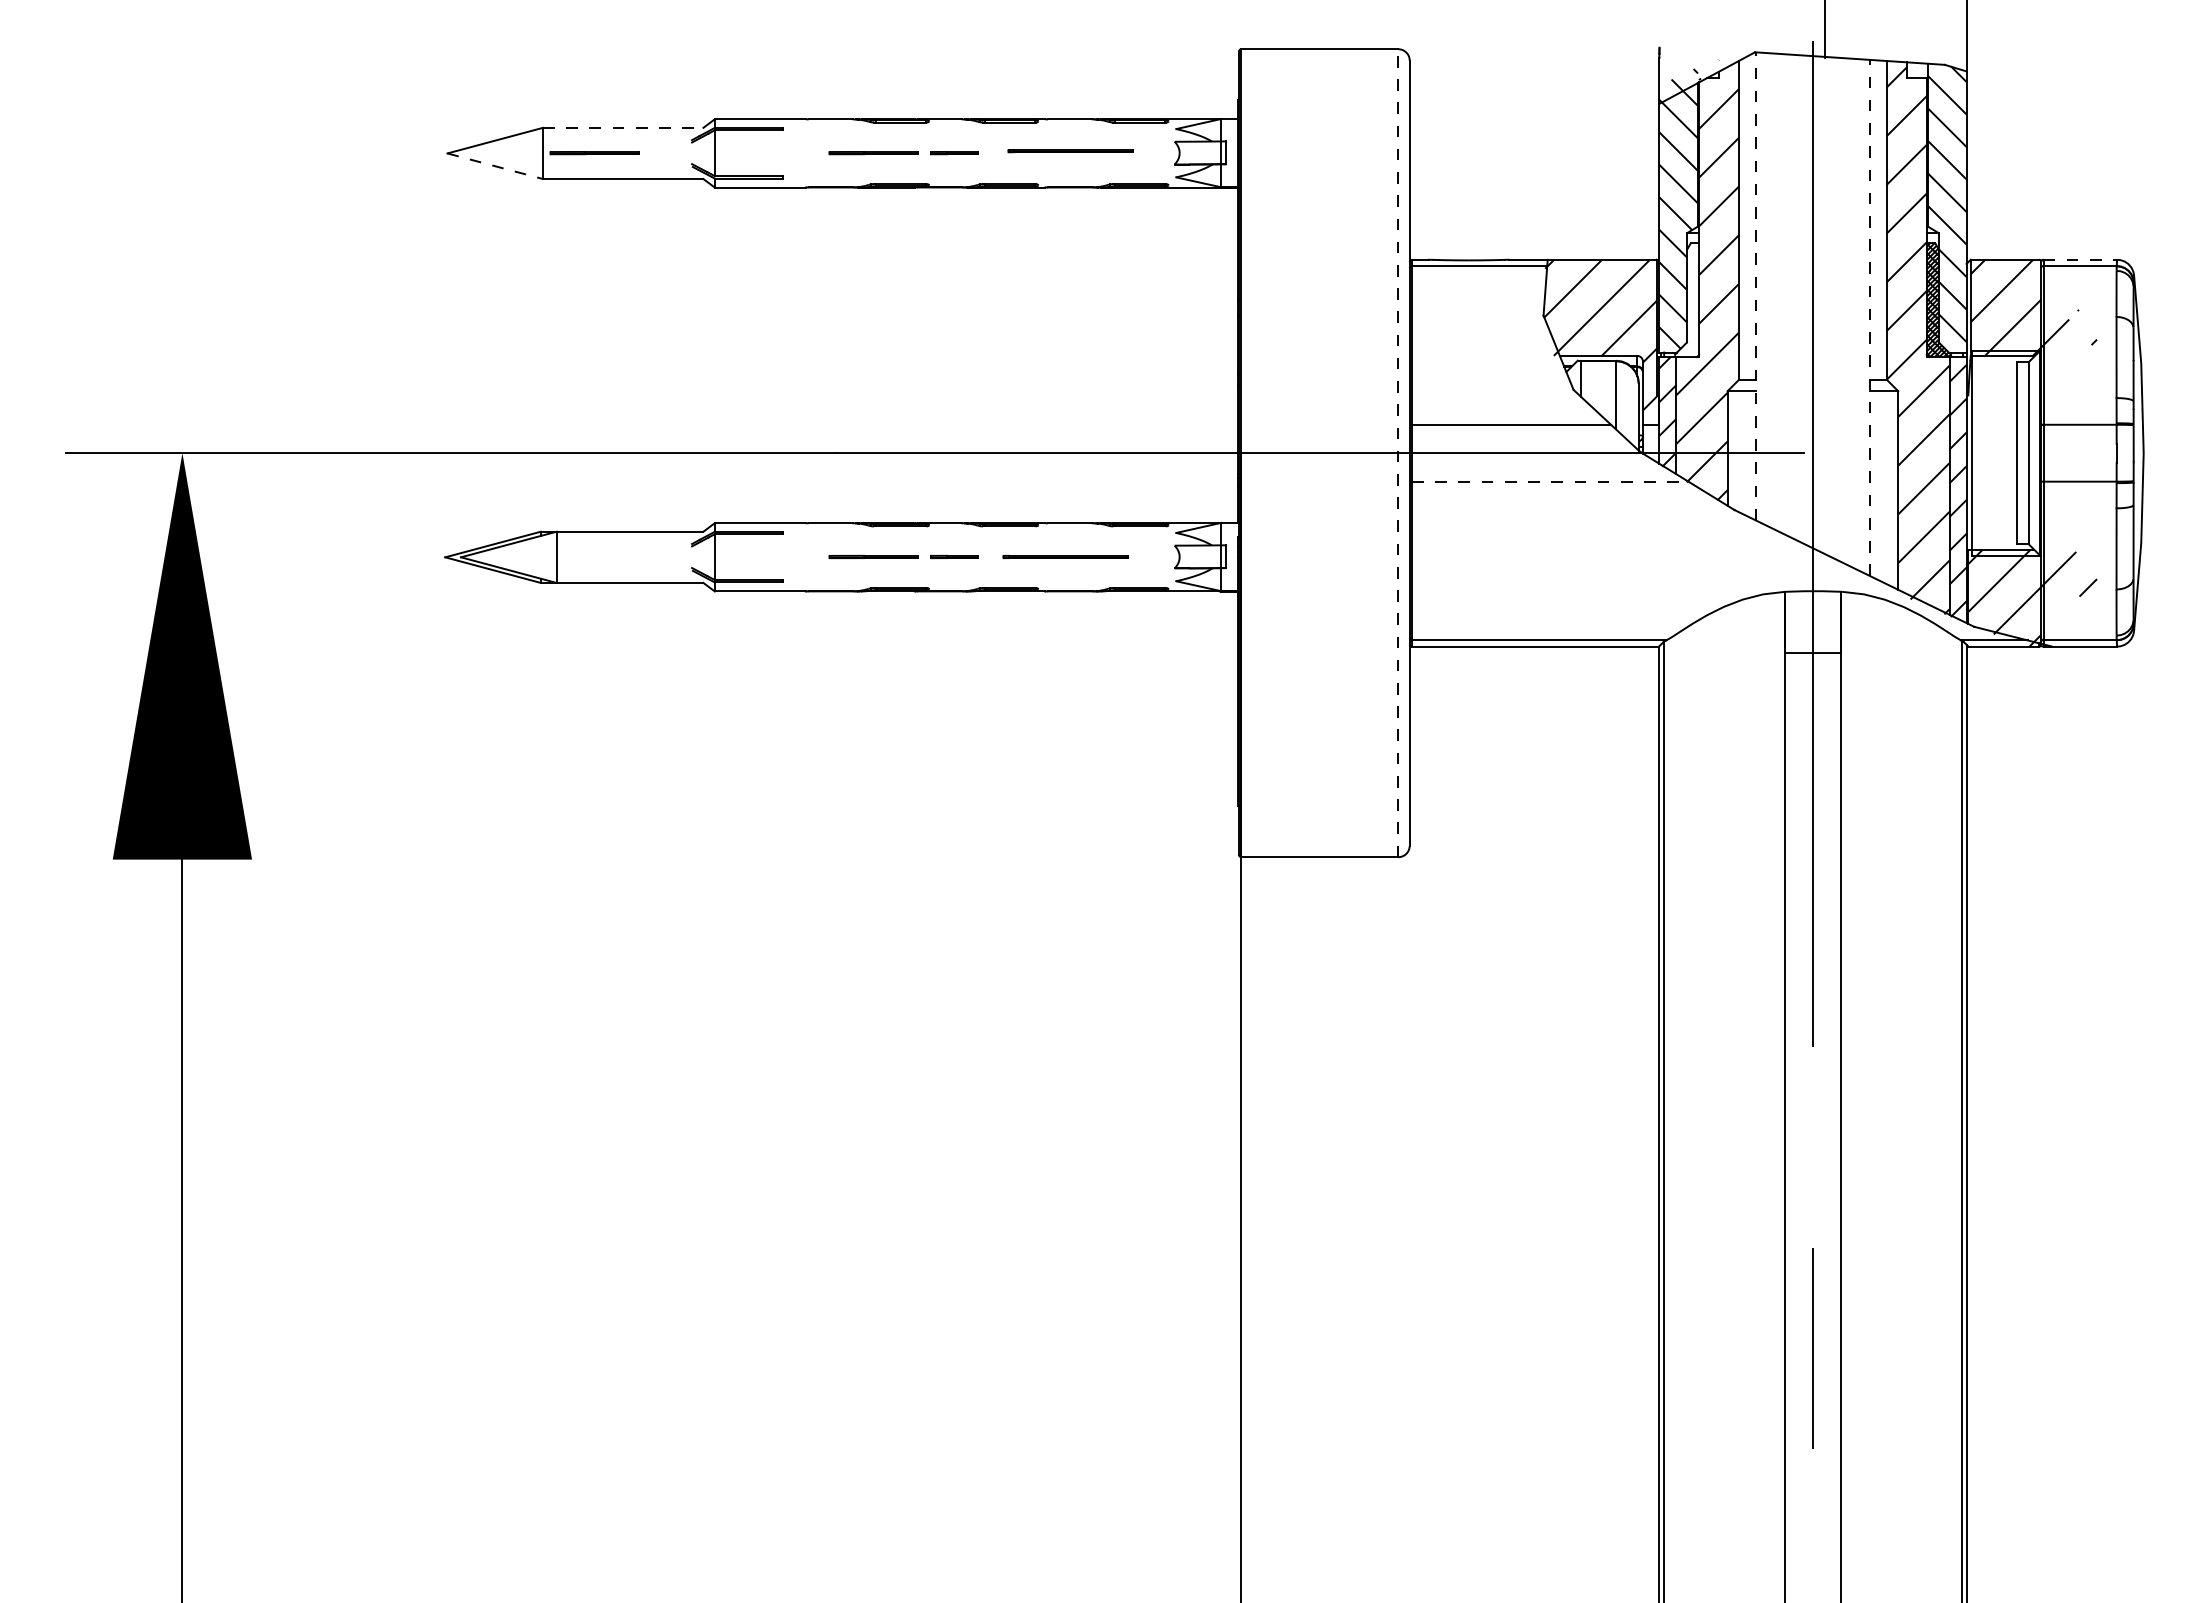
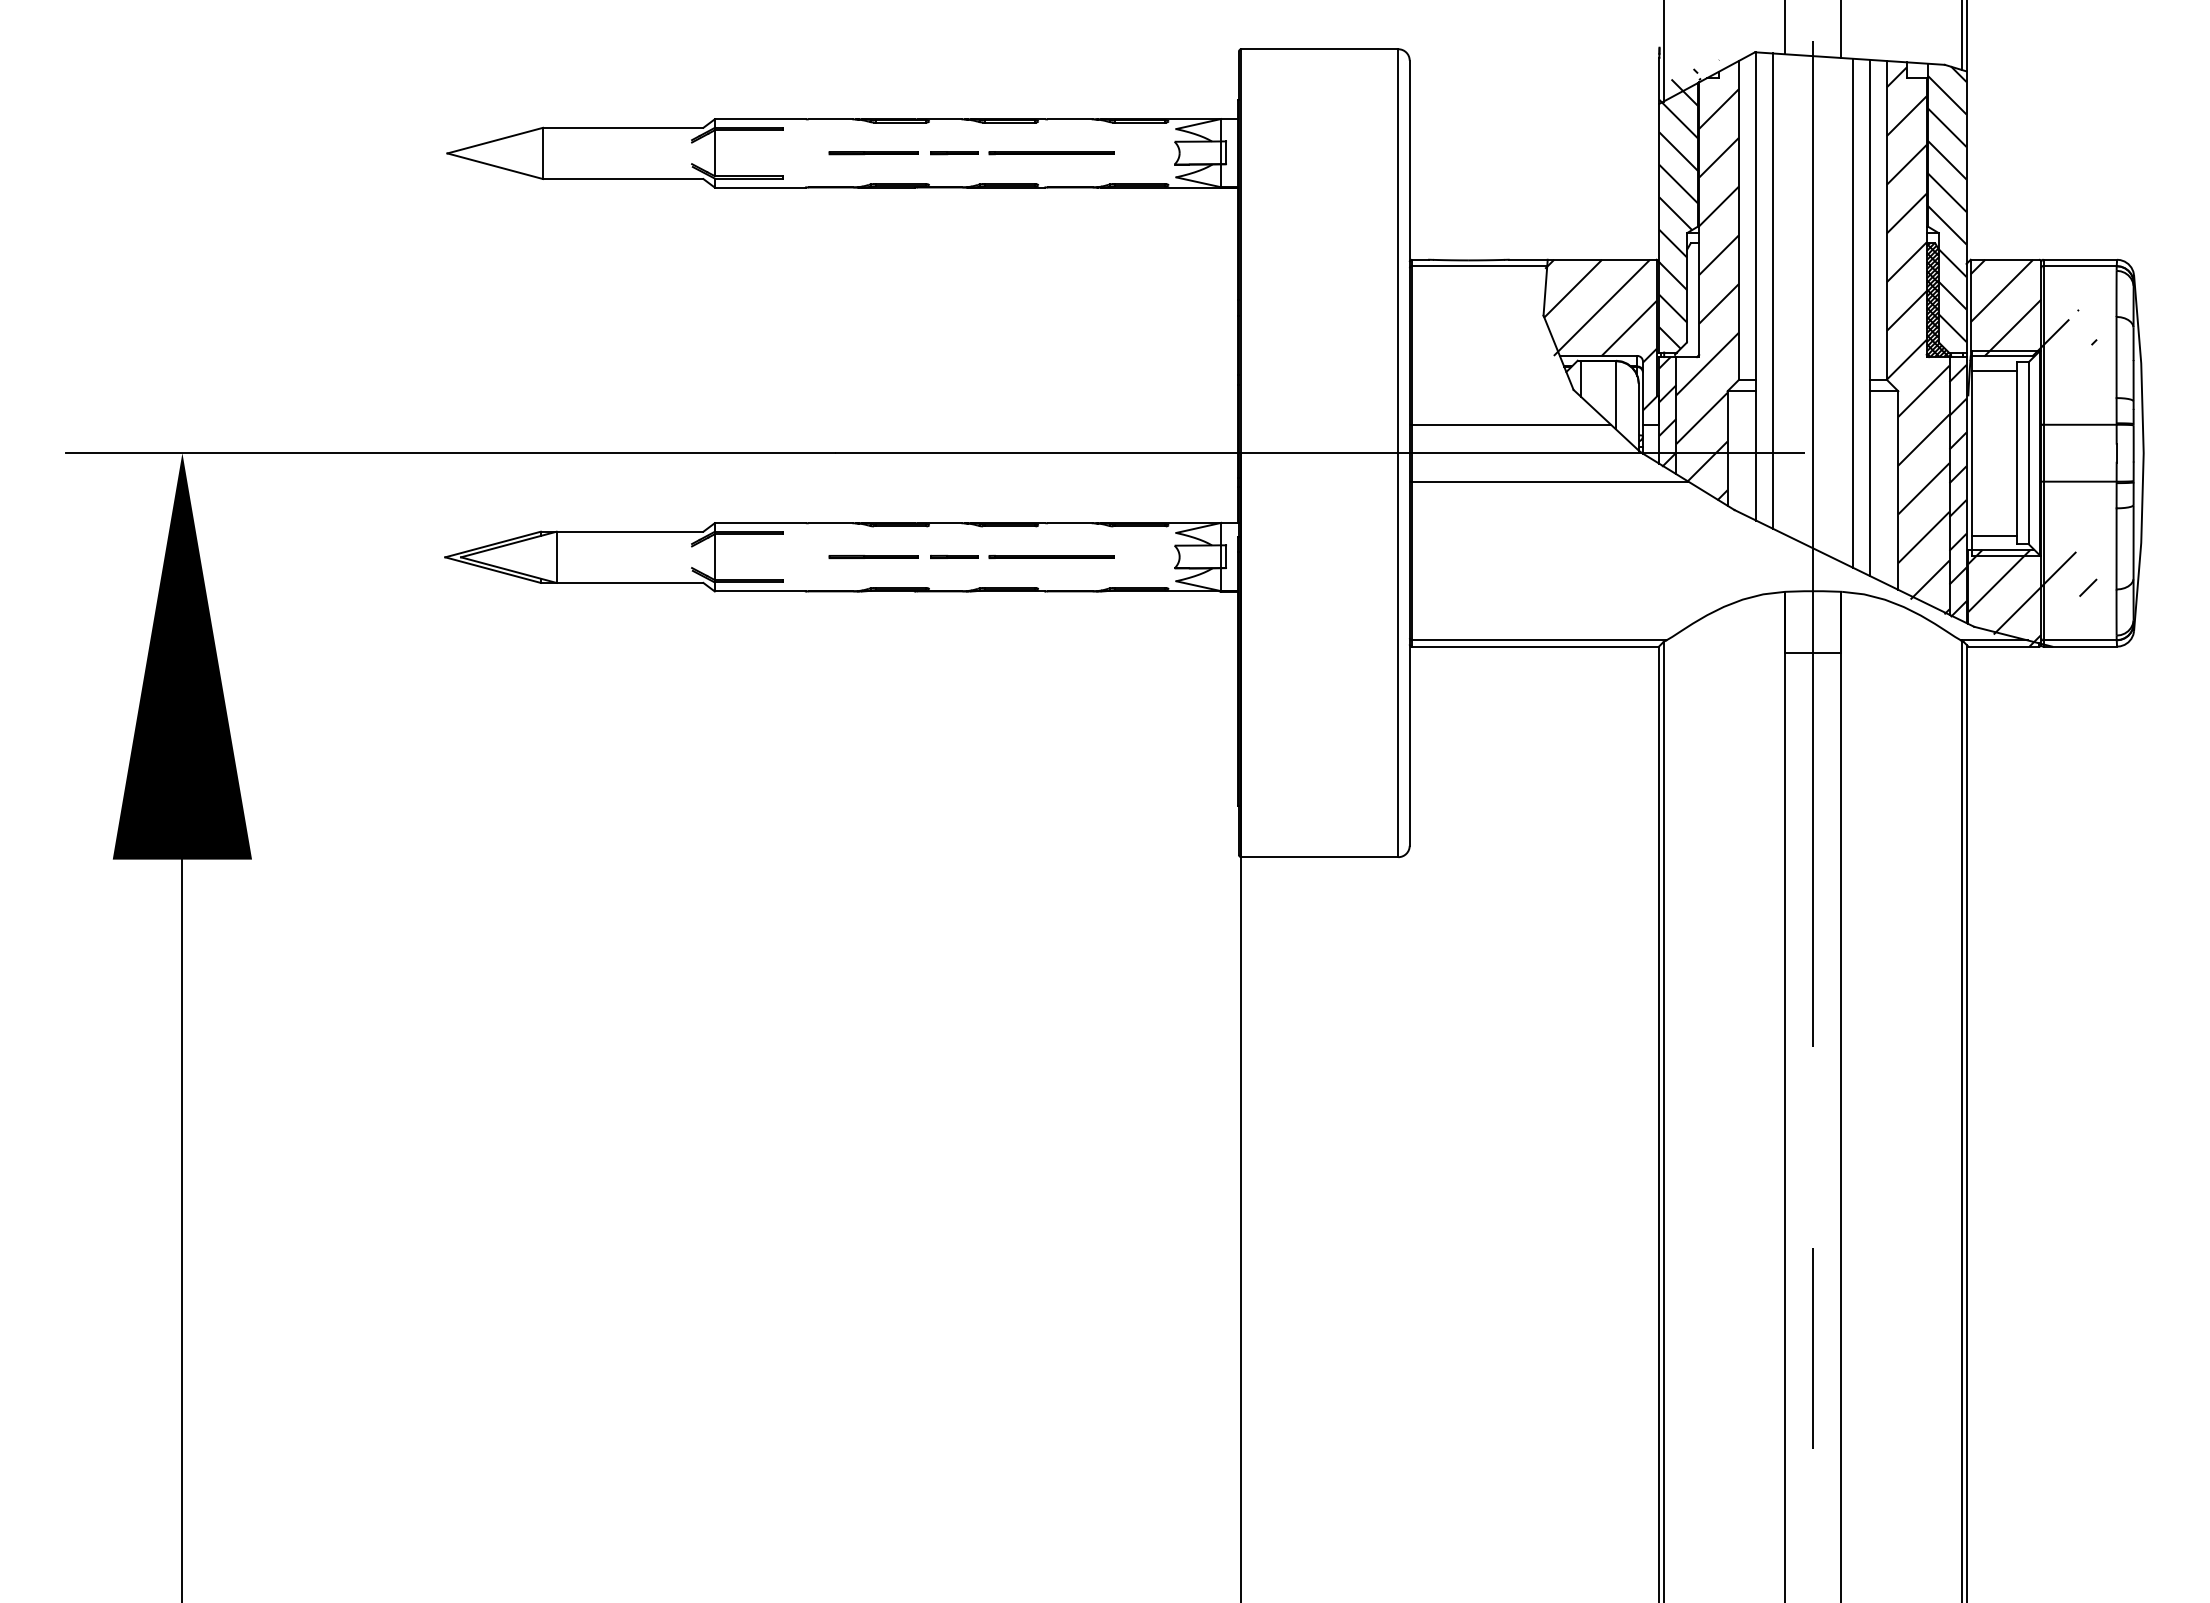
line at (1784, 28): none -> present
line at (1825, 30) position: (1825, 30) -> (1841, 30)
line at (1962, 36): none -> present
line at (1663, 51): none -> present
line at (623, 127): dashed -> solid
line at (1070, 151) position: (1070, 151) -> (1051, 153)
line at (594, 153): present -> none
line at (495, 166): dashed -> solid
line at (2080, 259): dashed -> solid
line at (1756, 285): dashed -> solid
line at (1773, 290): none -> present
line at (1852, 312): none -> present
line at (1869, 317): dashed -> solid
line at (1994, 370): none -> present
line at (1398, 453): dashed -> solid
line at (1550, 481): dashed -> solid
line at (1994, 535): none -> present
line at (1065, 557) position: (1065, 557) -> (1051, 557)
